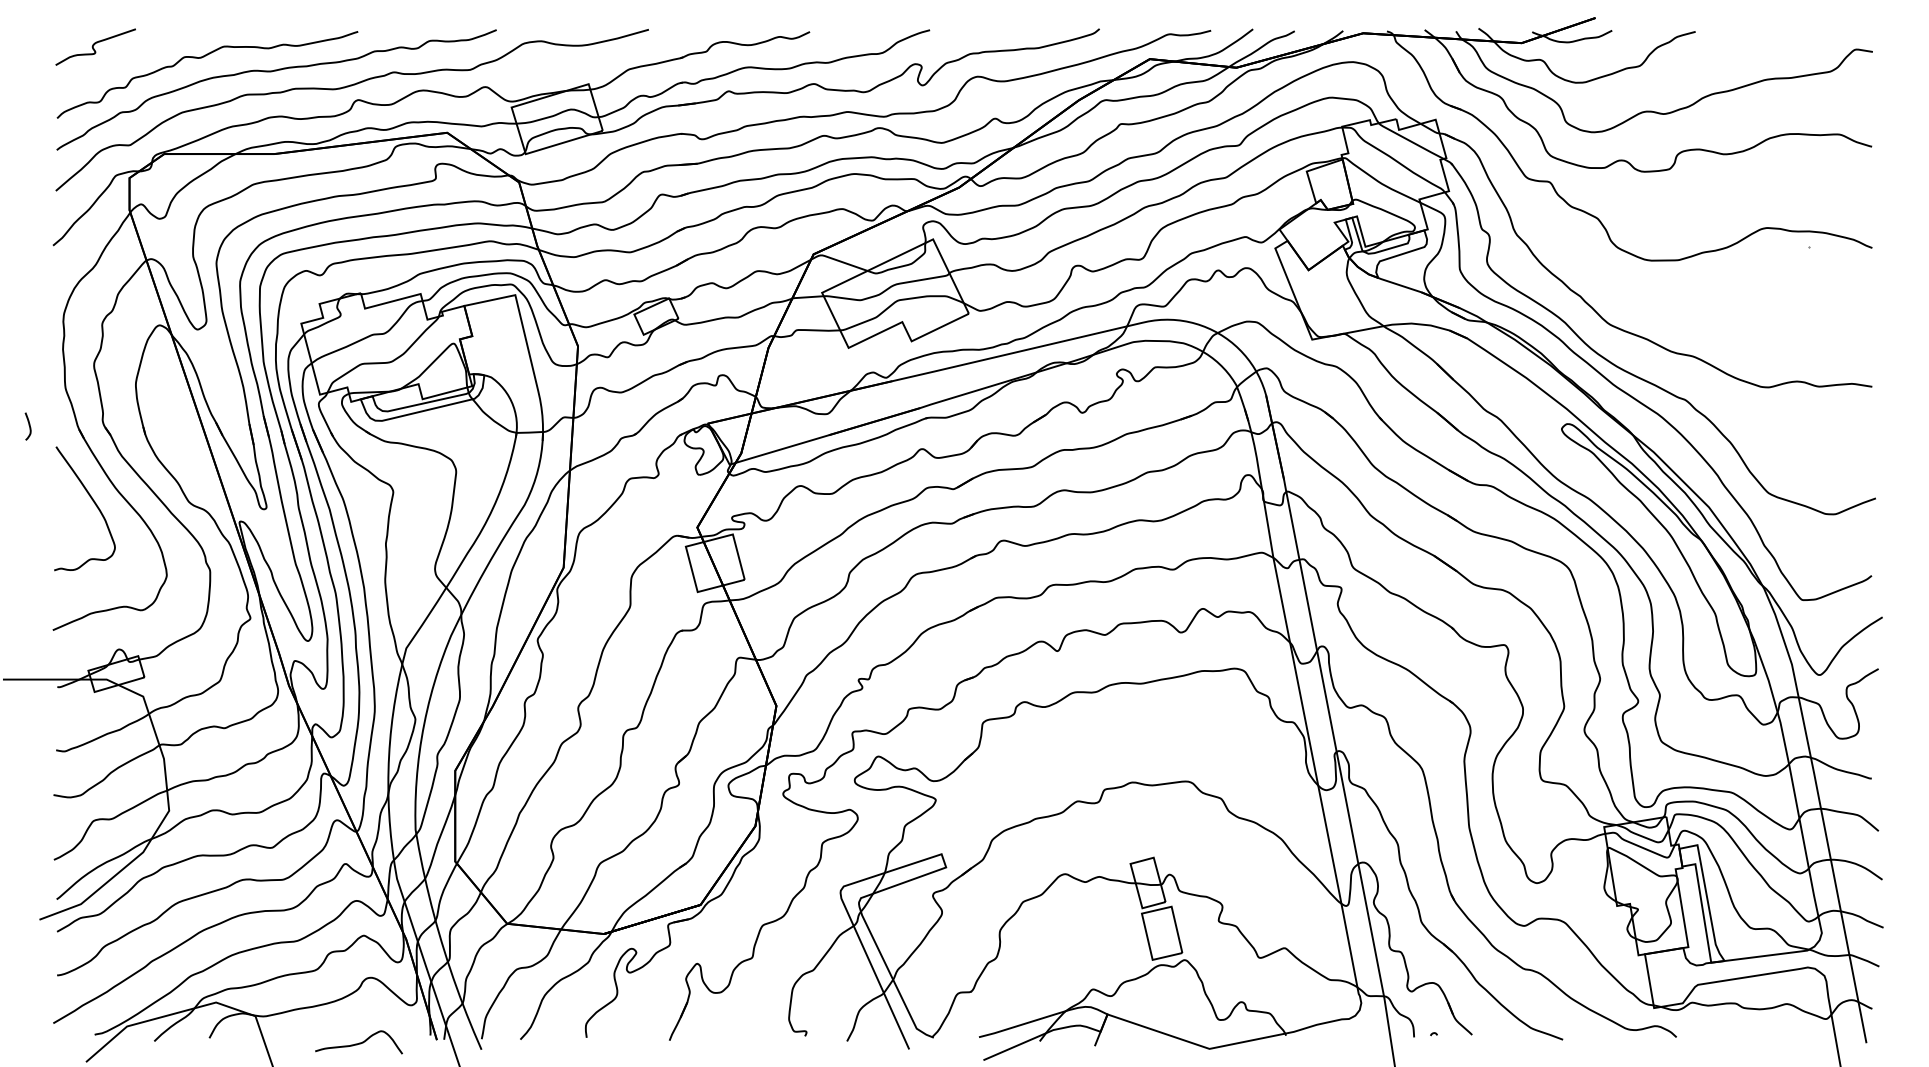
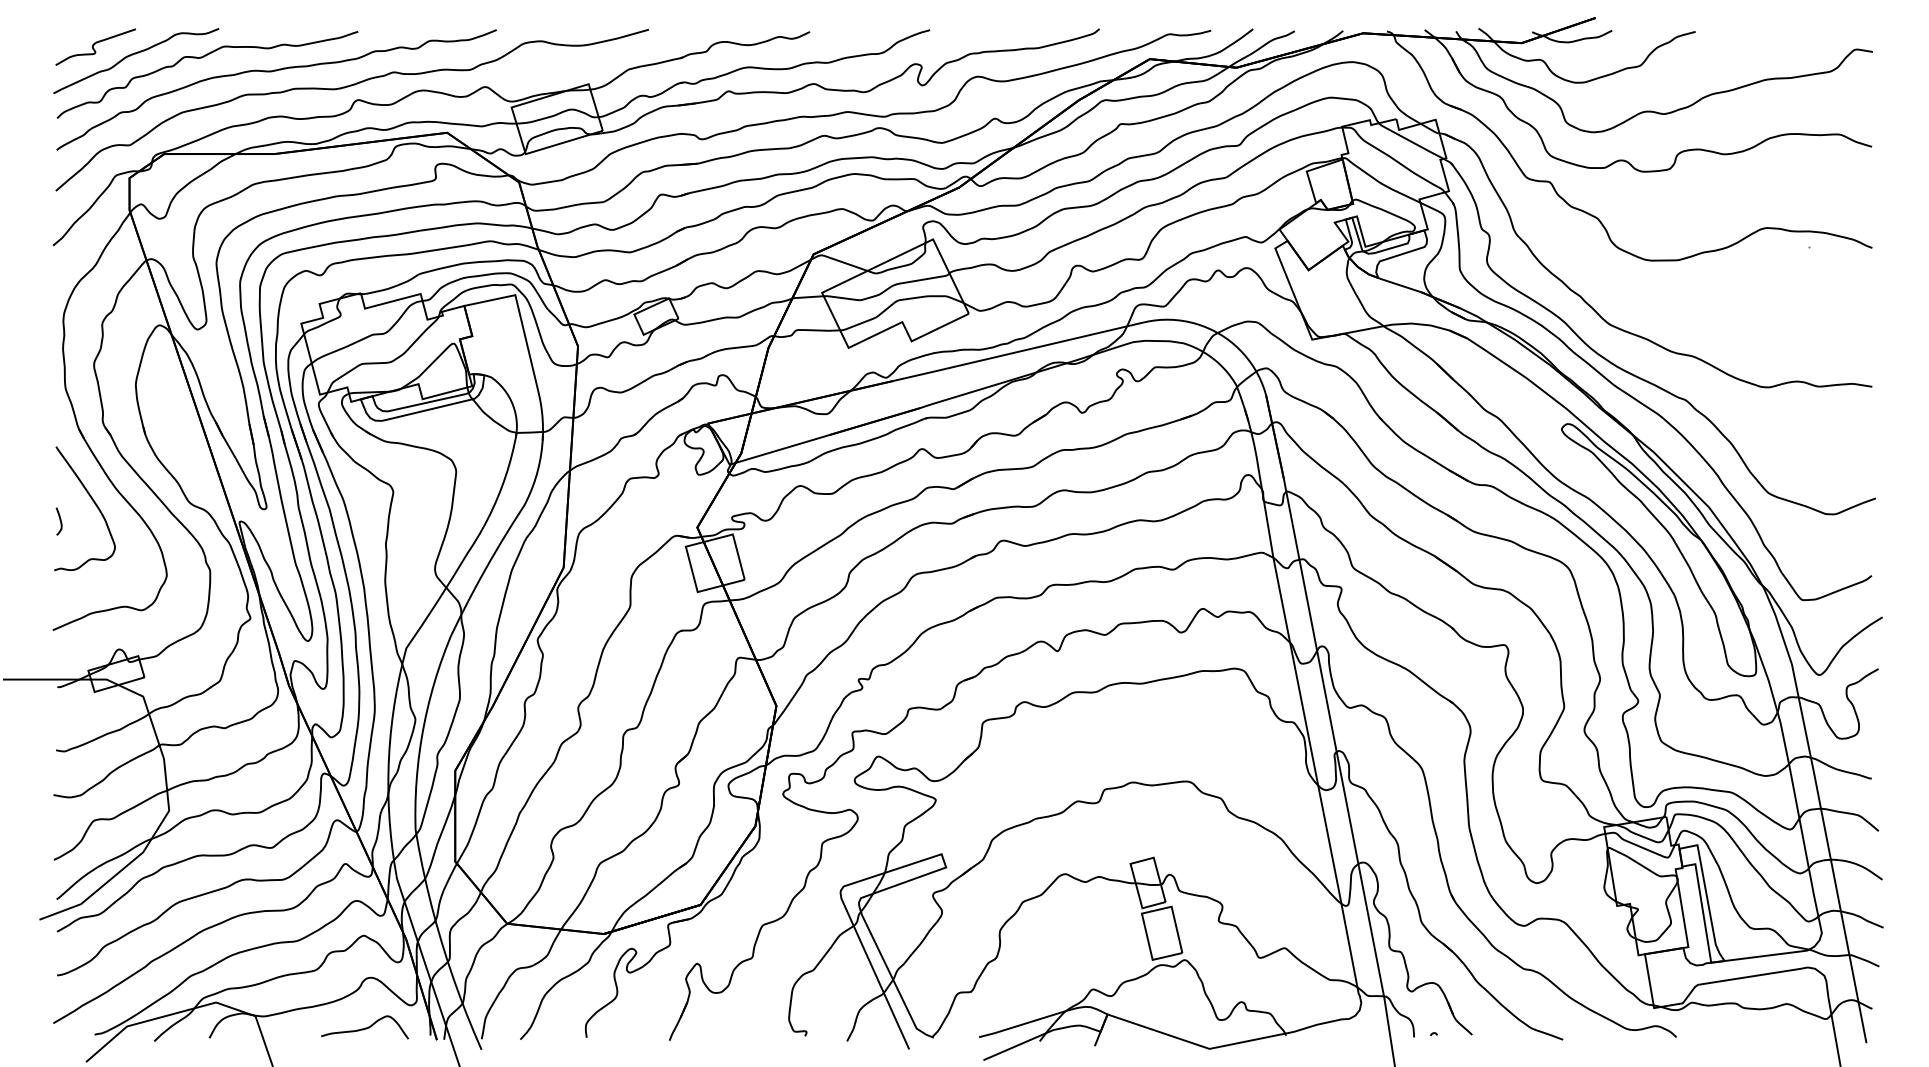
curve at (135, 54): none -> present
curve at (28, 425) position: (28, 425) -> (59, 520)
curve at (359, 1042) position: (359, 1042) -> (365, 1027)
